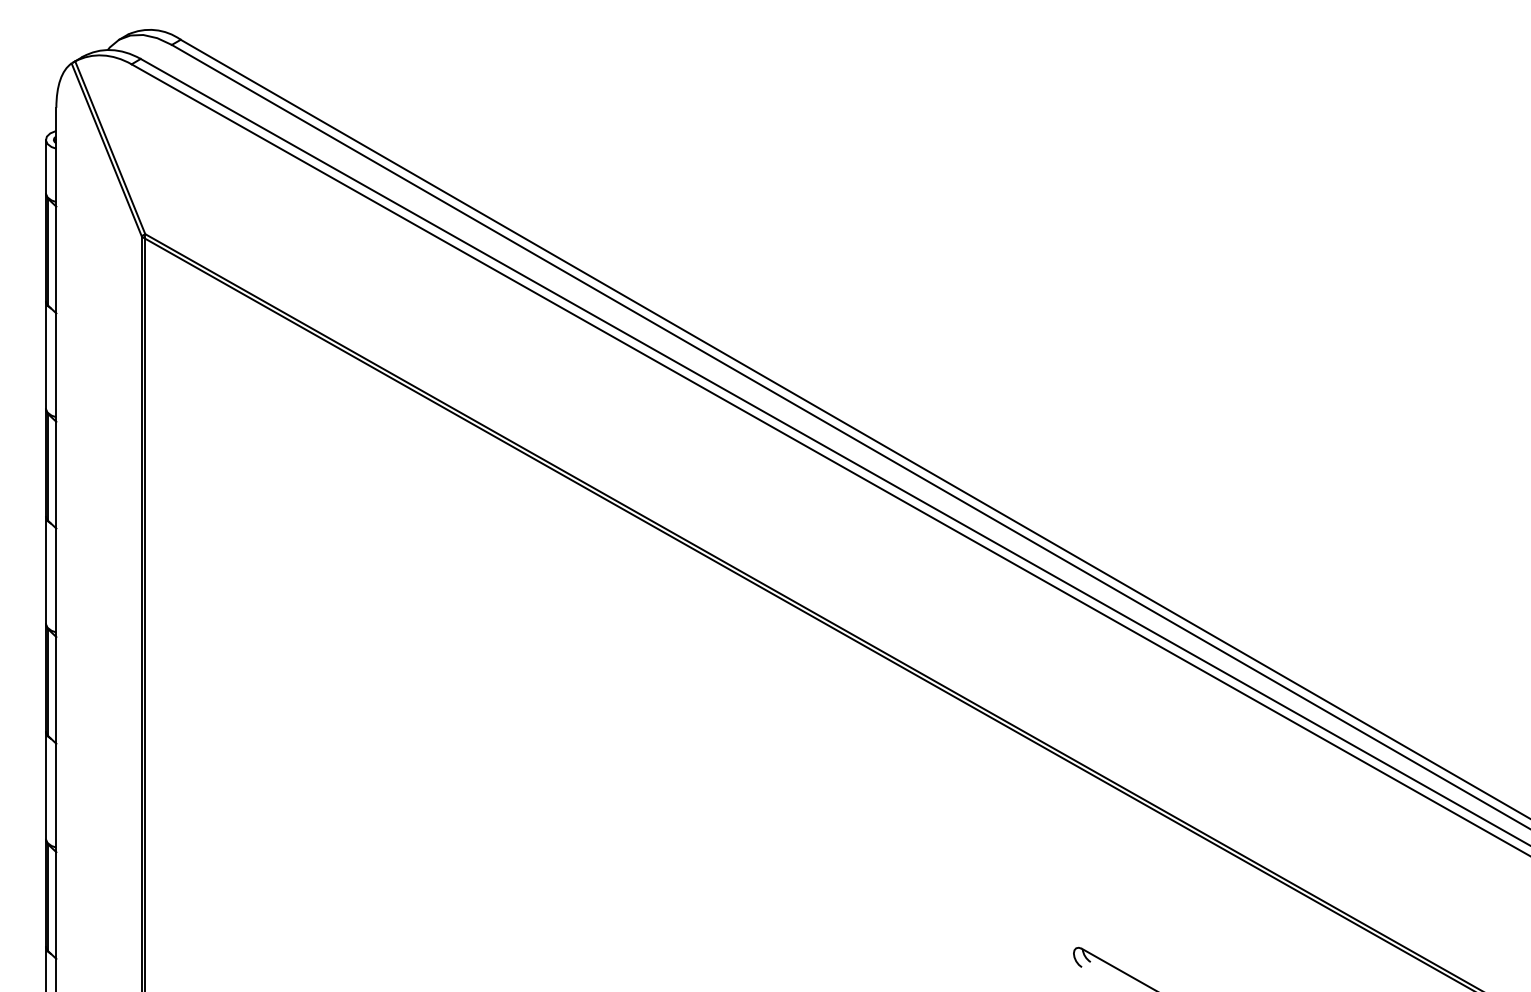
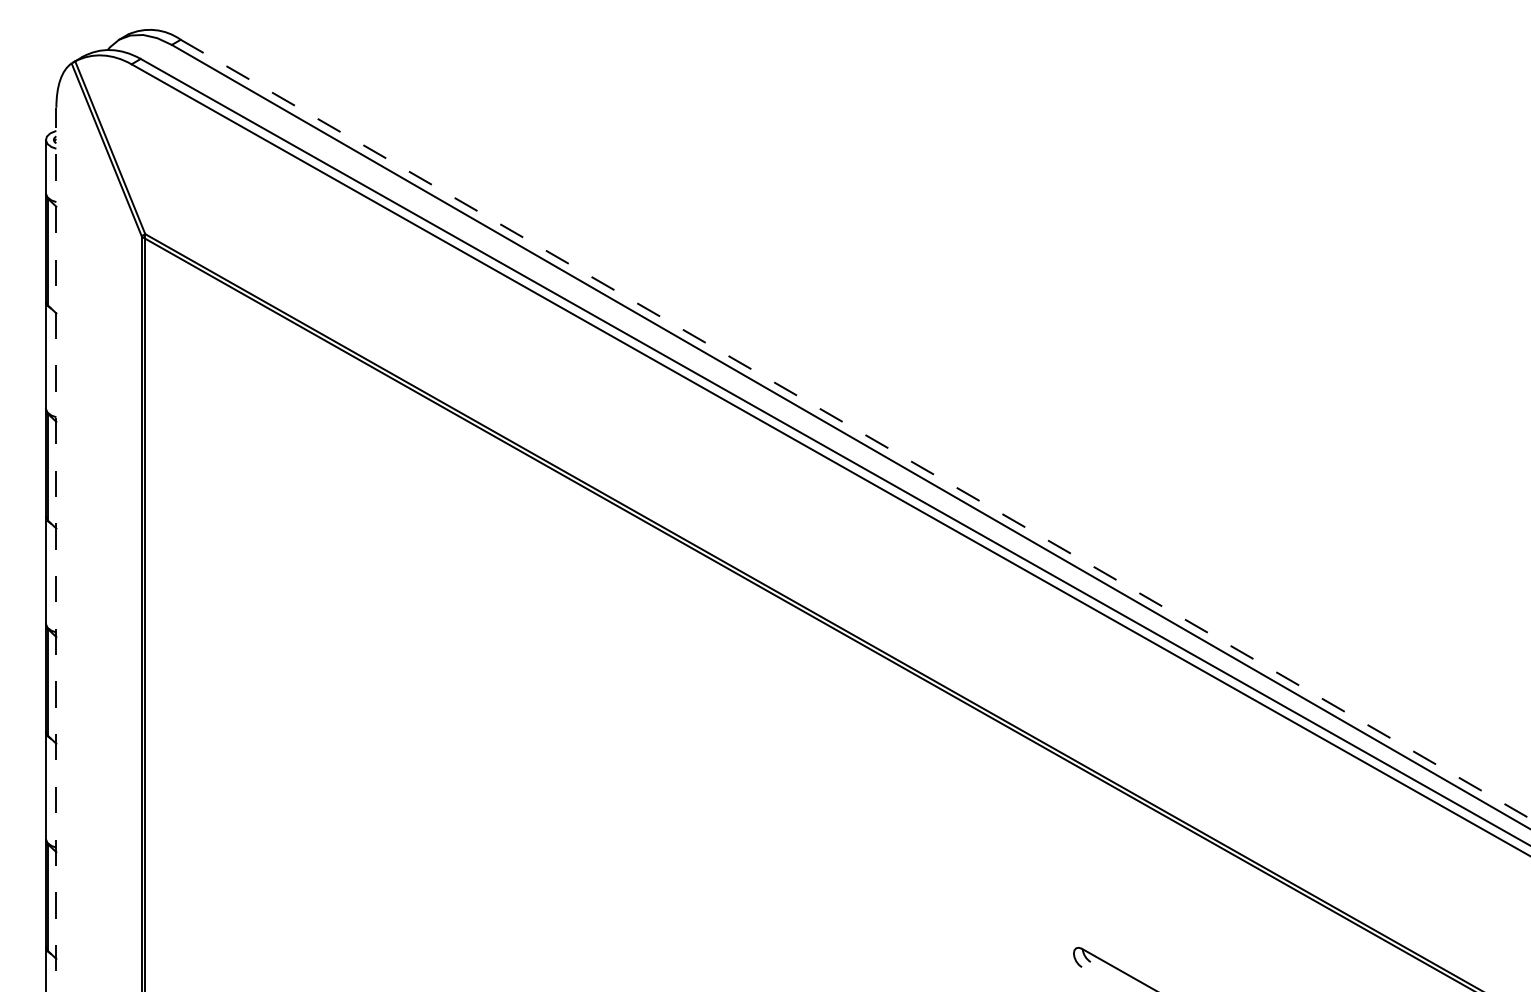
line at (855, 429): solid -> dashed
line at (56, 549): solid -> dashed
